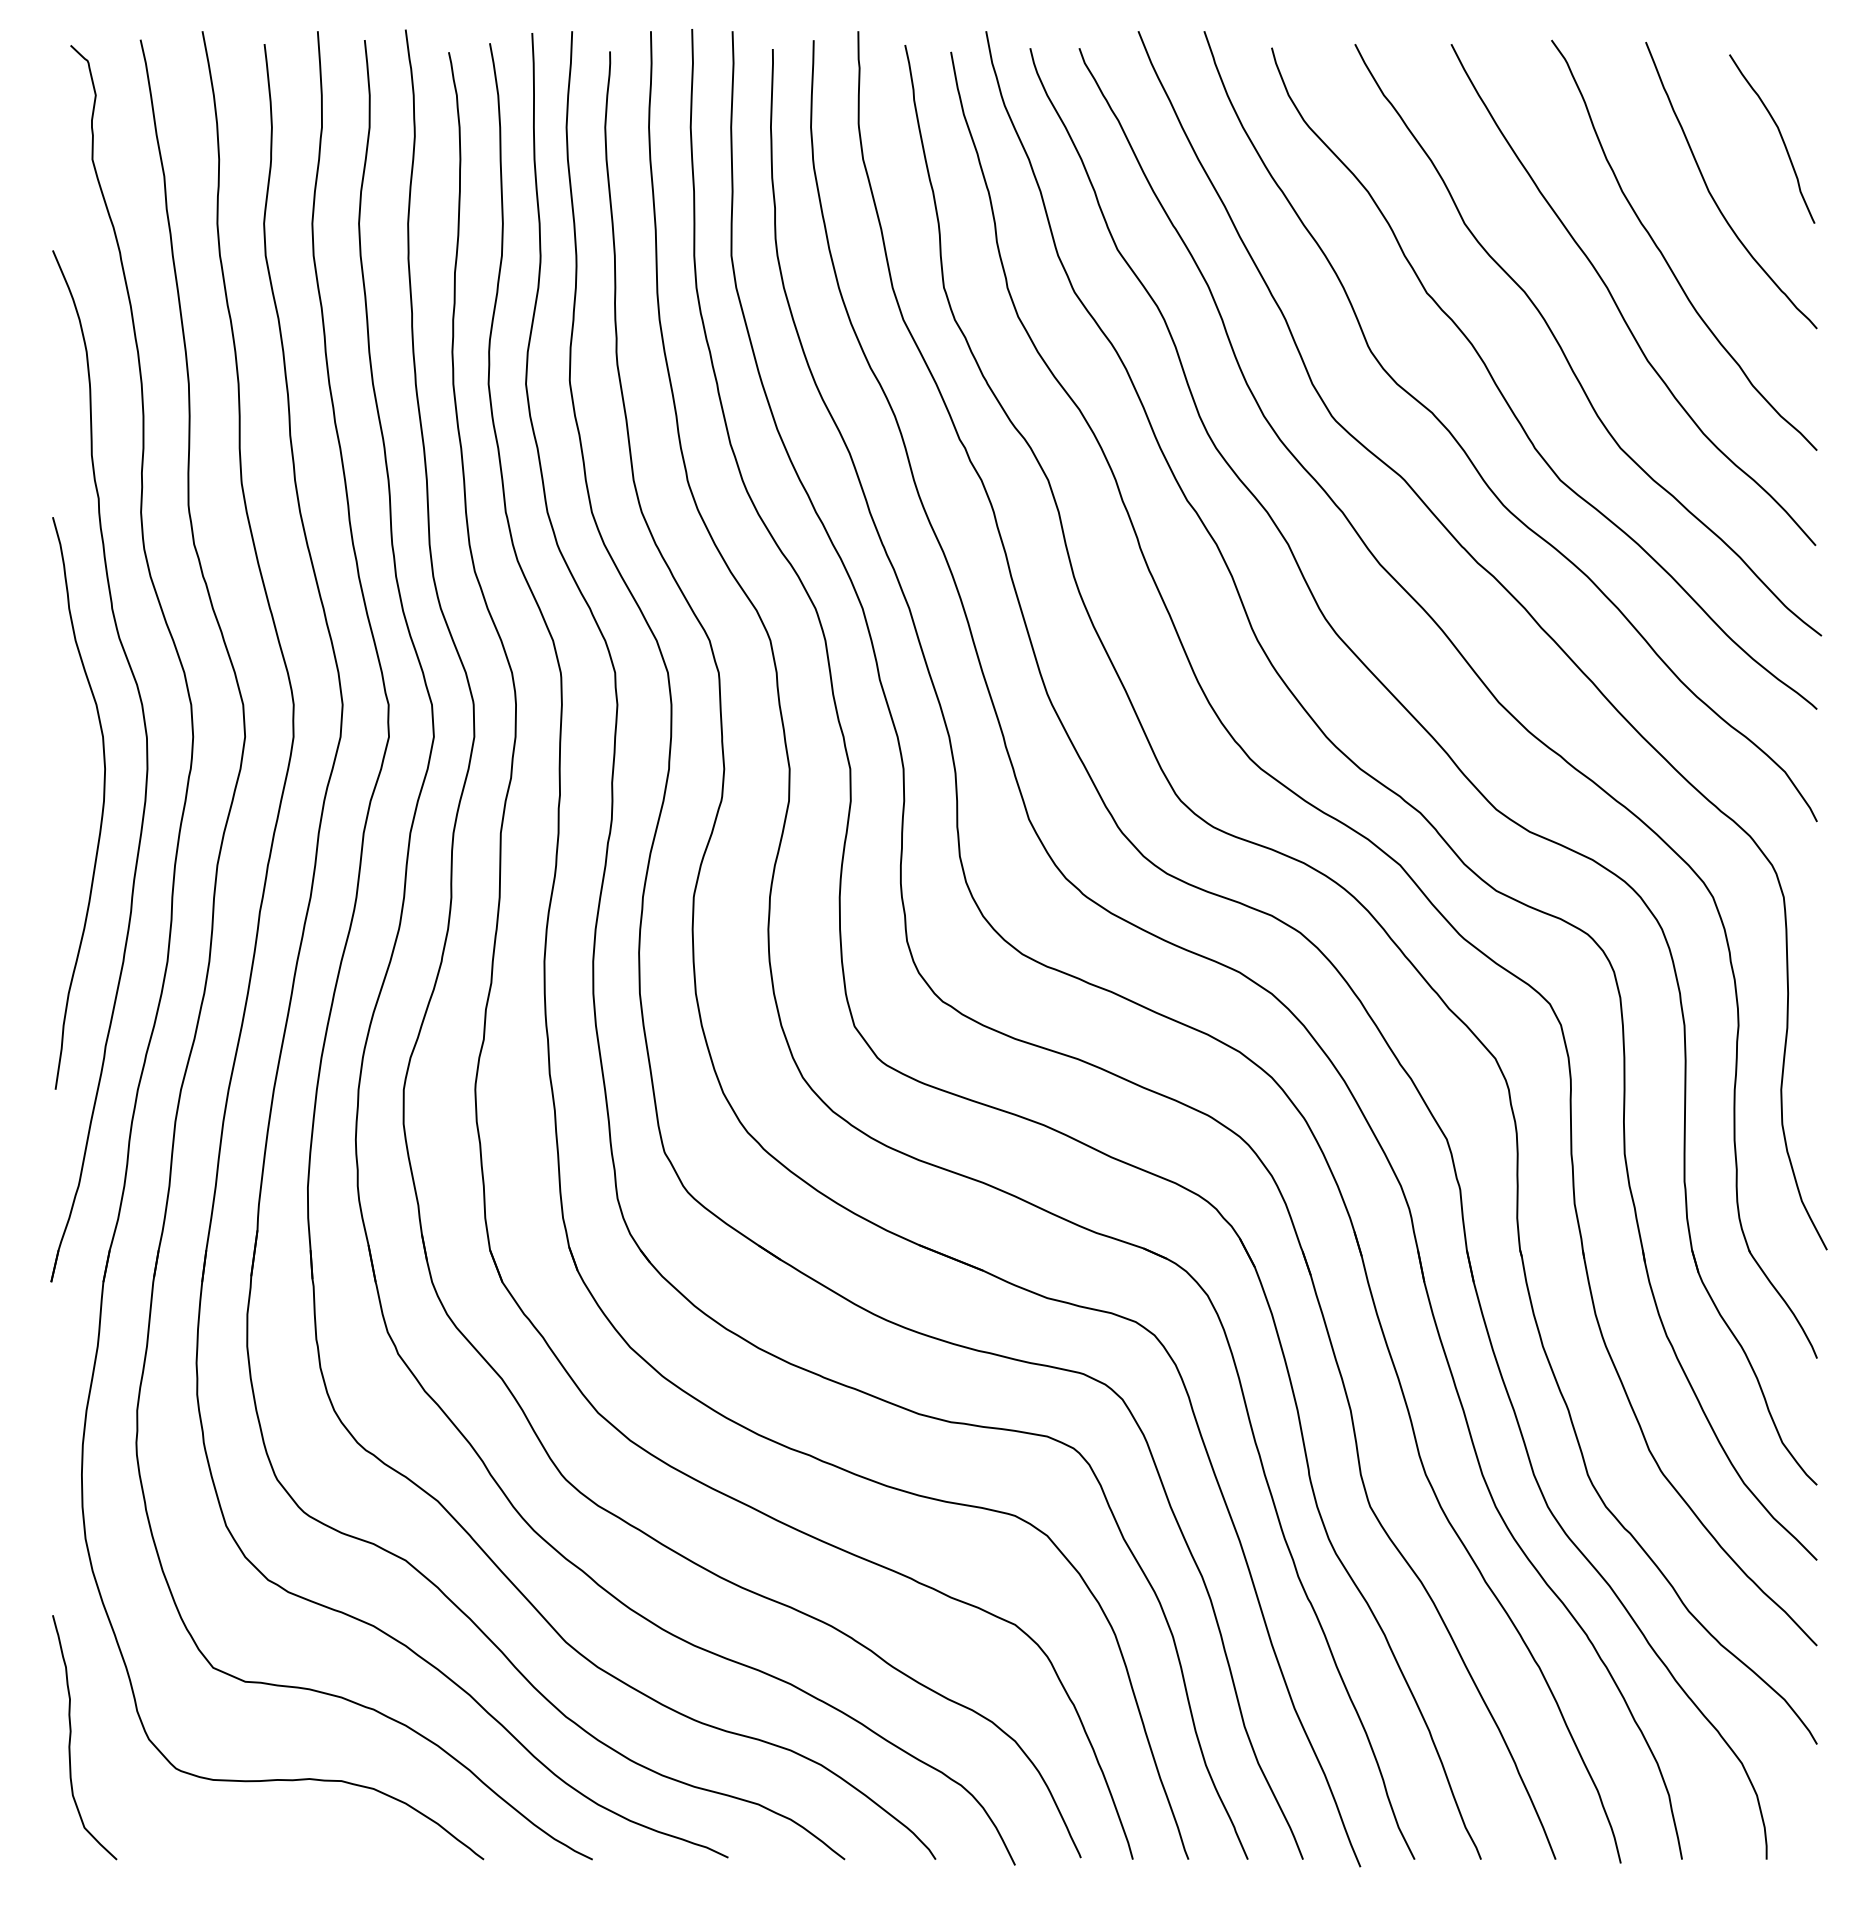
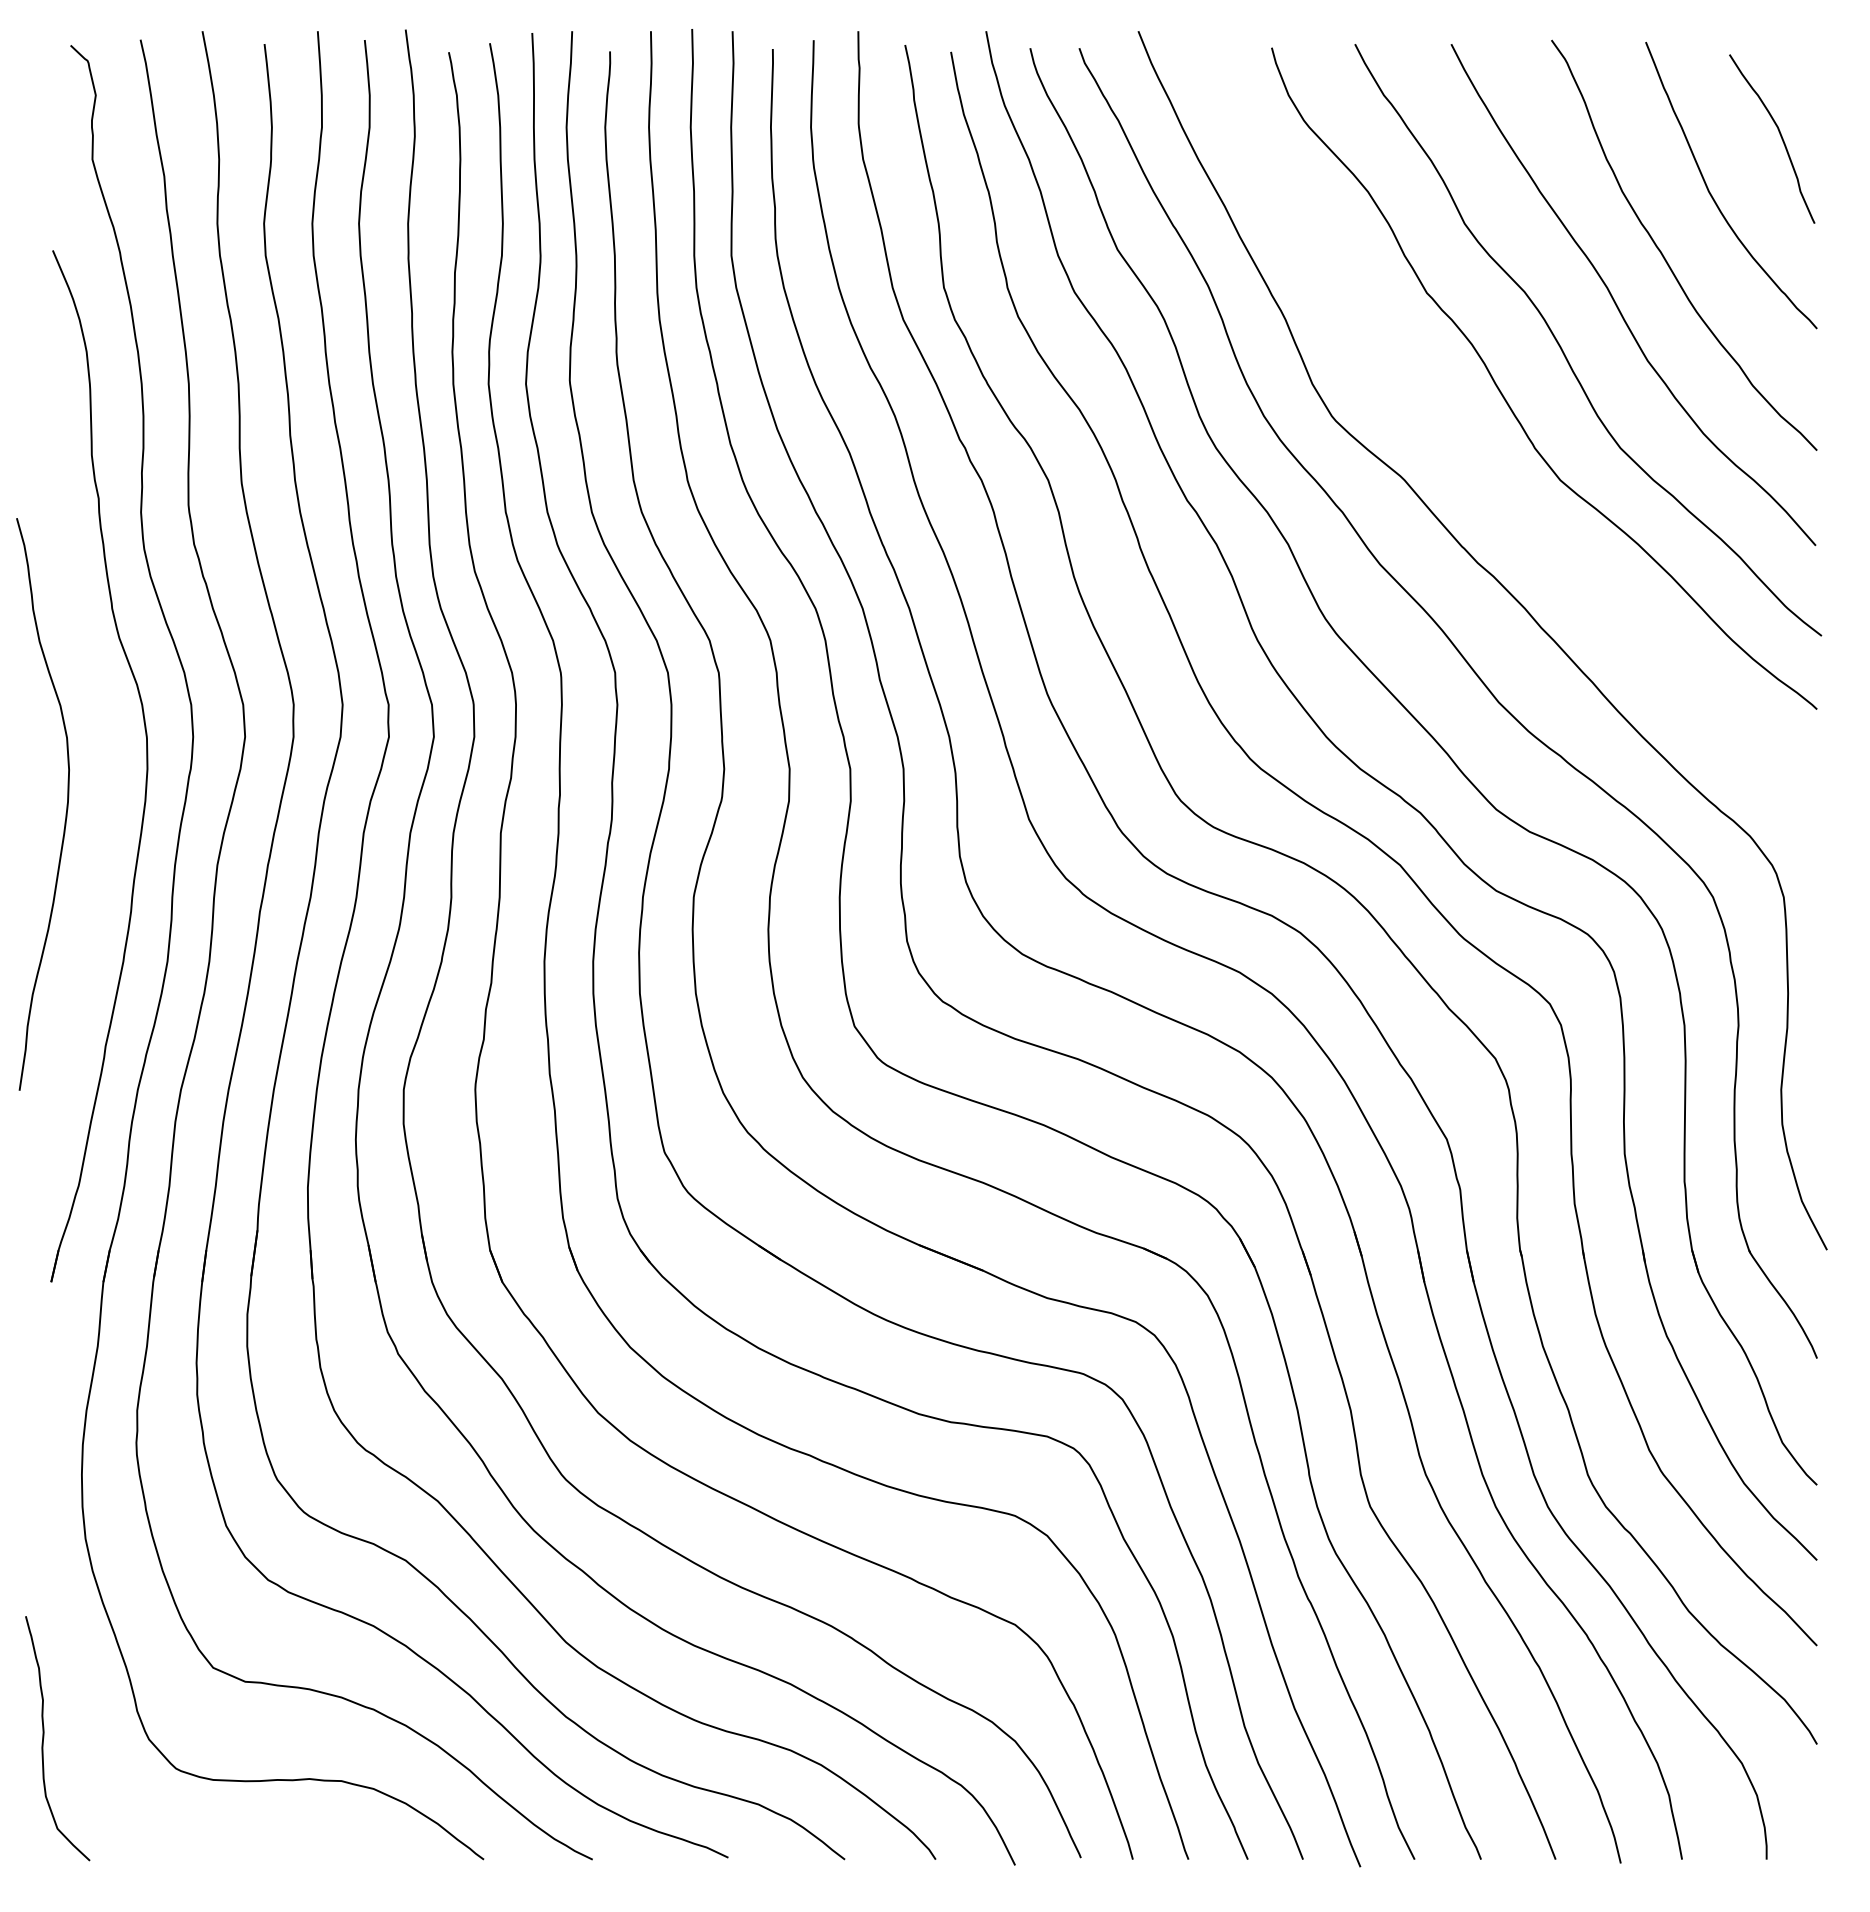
curve at (1468, 455): present -> none
curve at (102, 803) position: (102, 803) -> (66, 804)
curve at (71, 1736) position: (71, 1736) -> (44, 1737)
